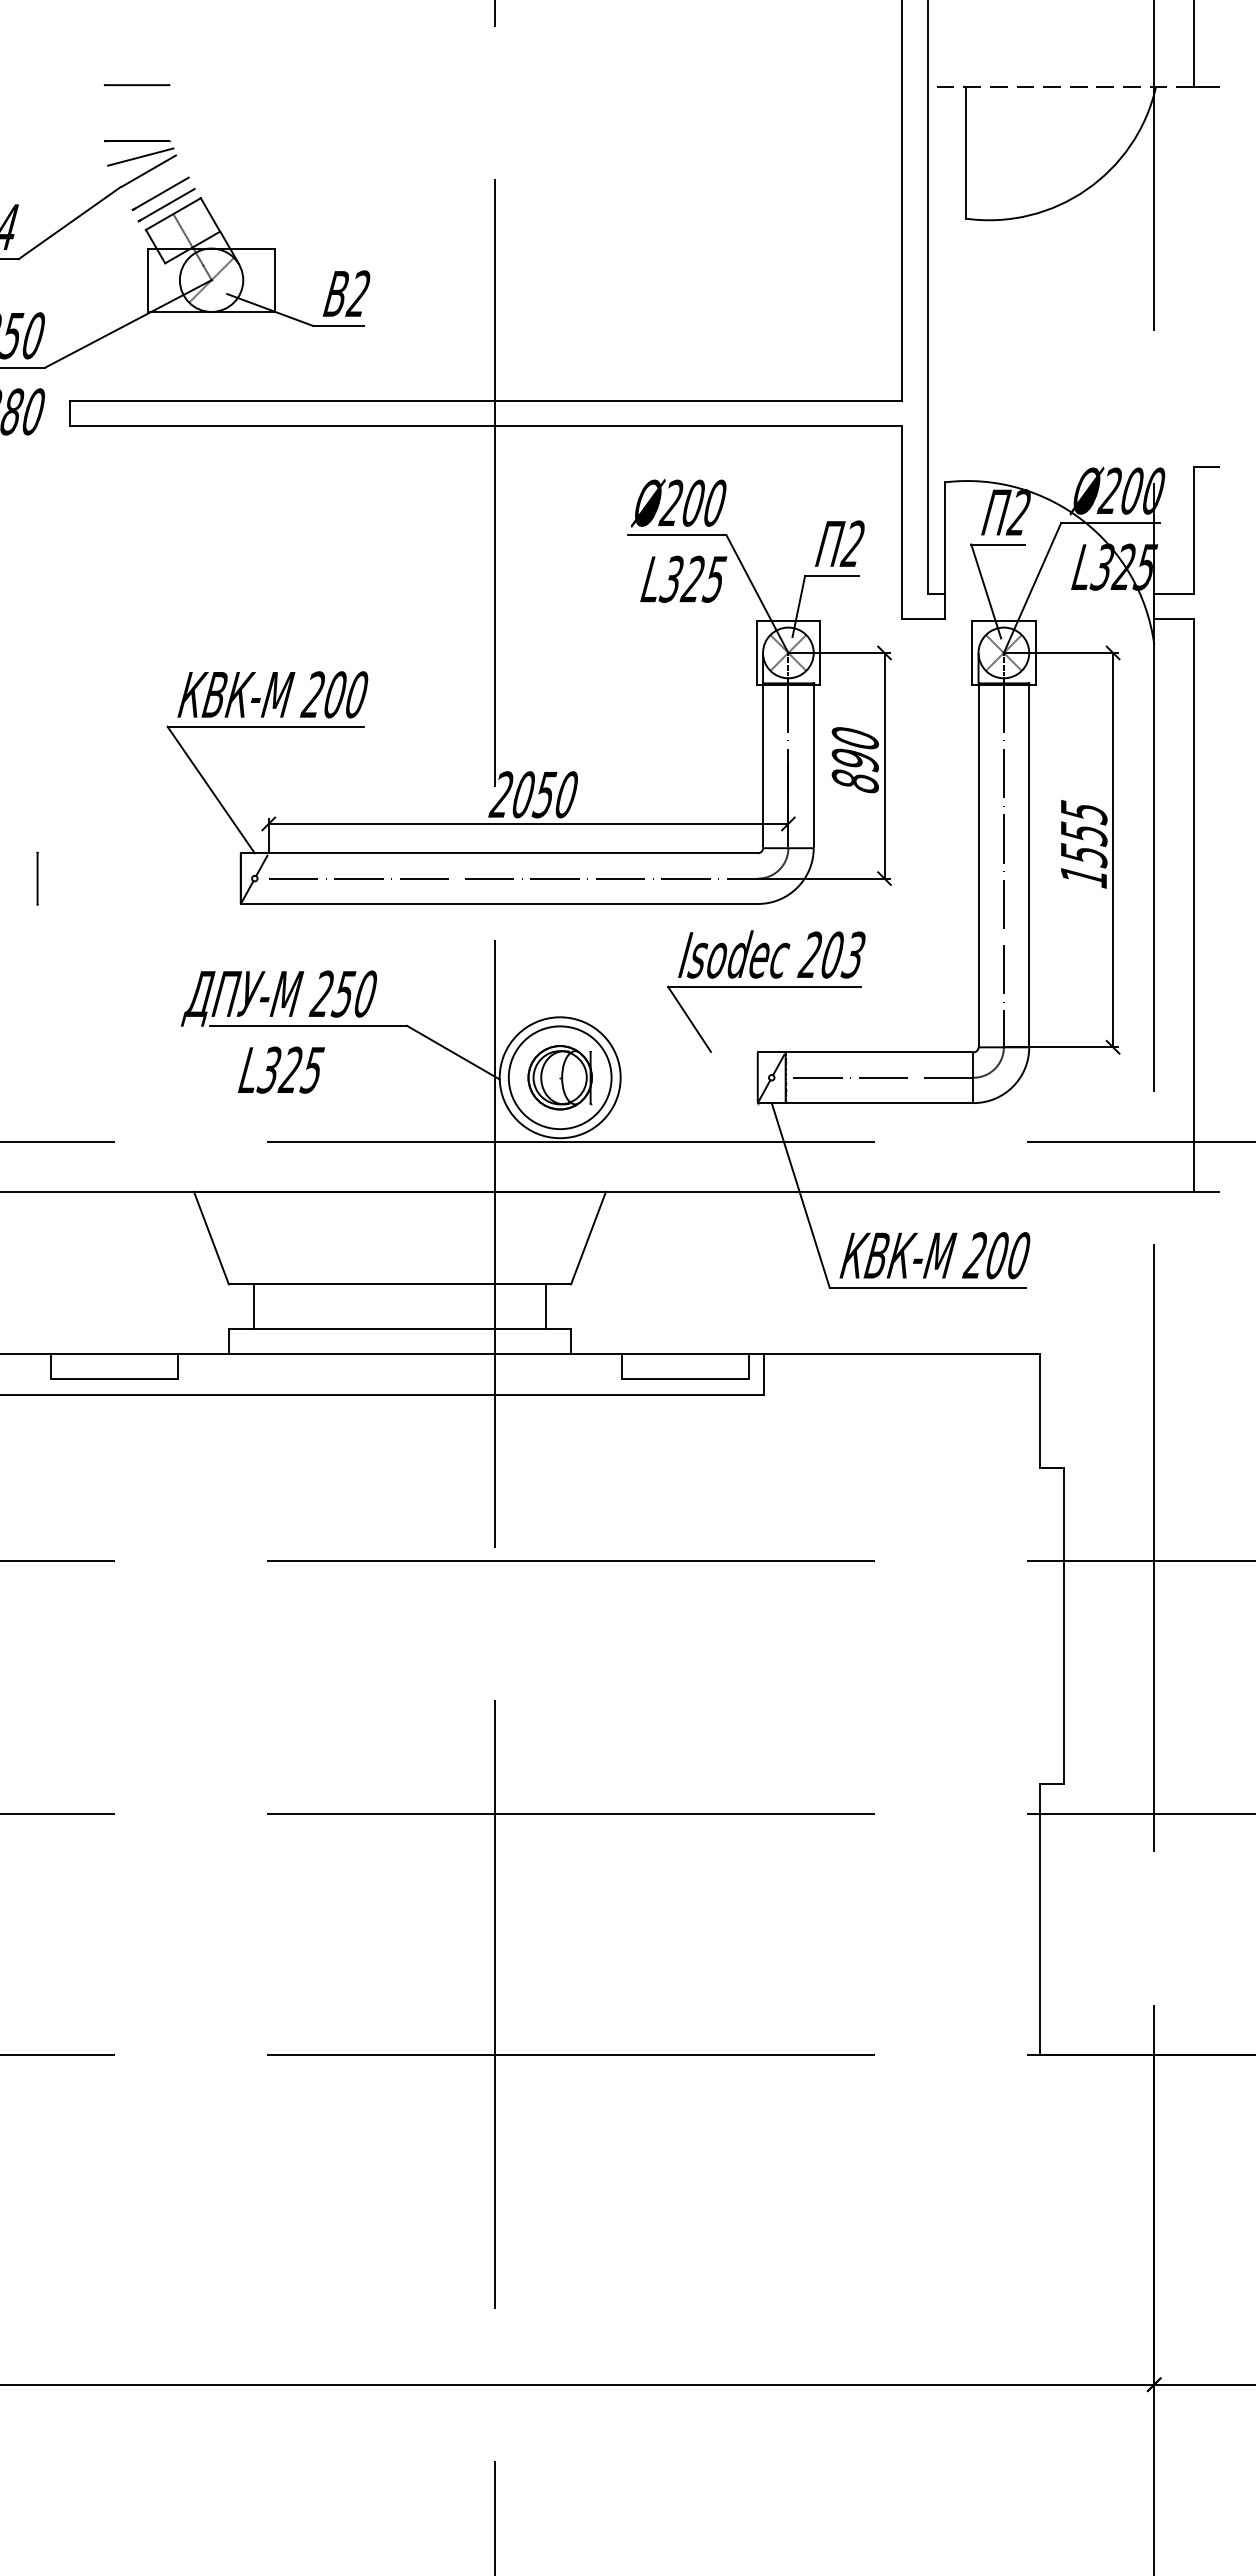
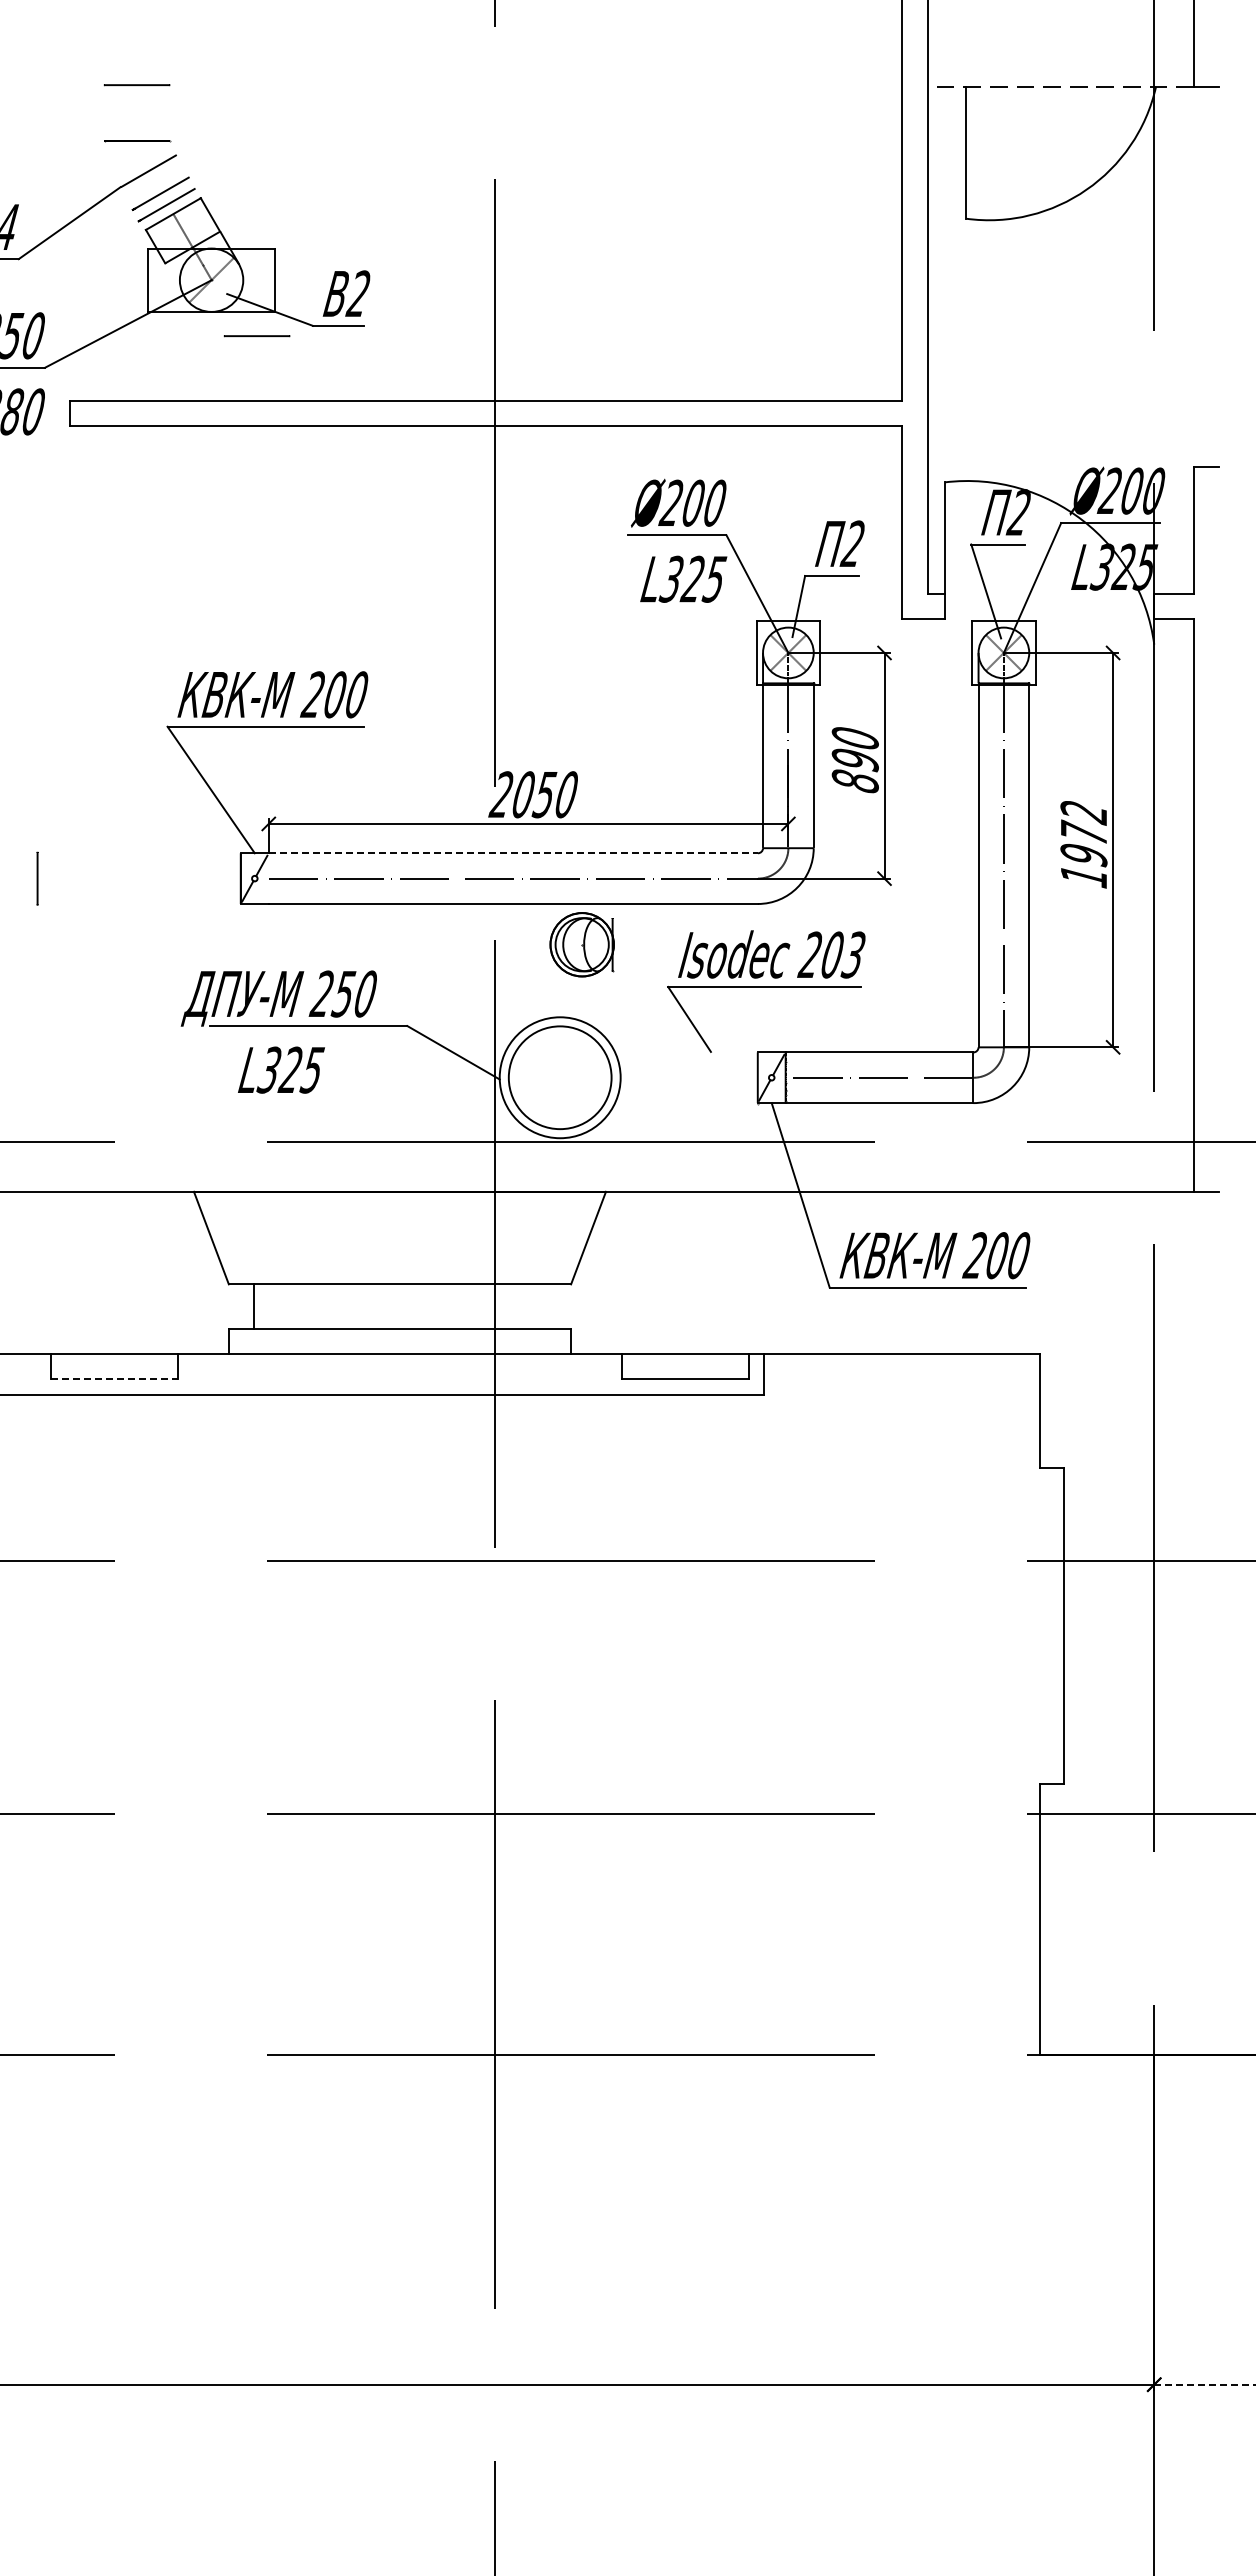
line at (140, 156): present -> none
line at (256, 336): none -> present
text at (1083, 833): 1555 -> 1972
line at (513, 853): solid -> dashed
part at (559, 1077) position: (559, 1077) -> (581, 944)
line at (545, 1306): present -> none
line at (115, 1379): solid -> dashed
line at (1205, 2384): solid -> dashed
